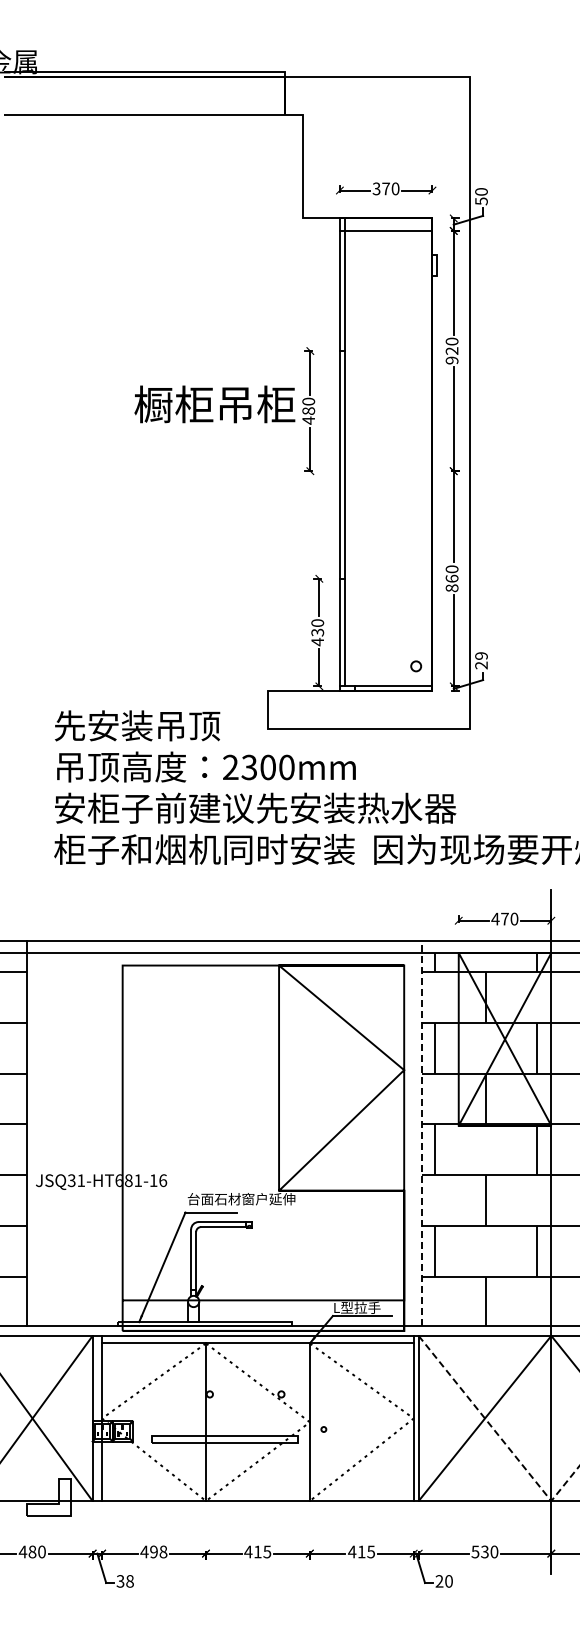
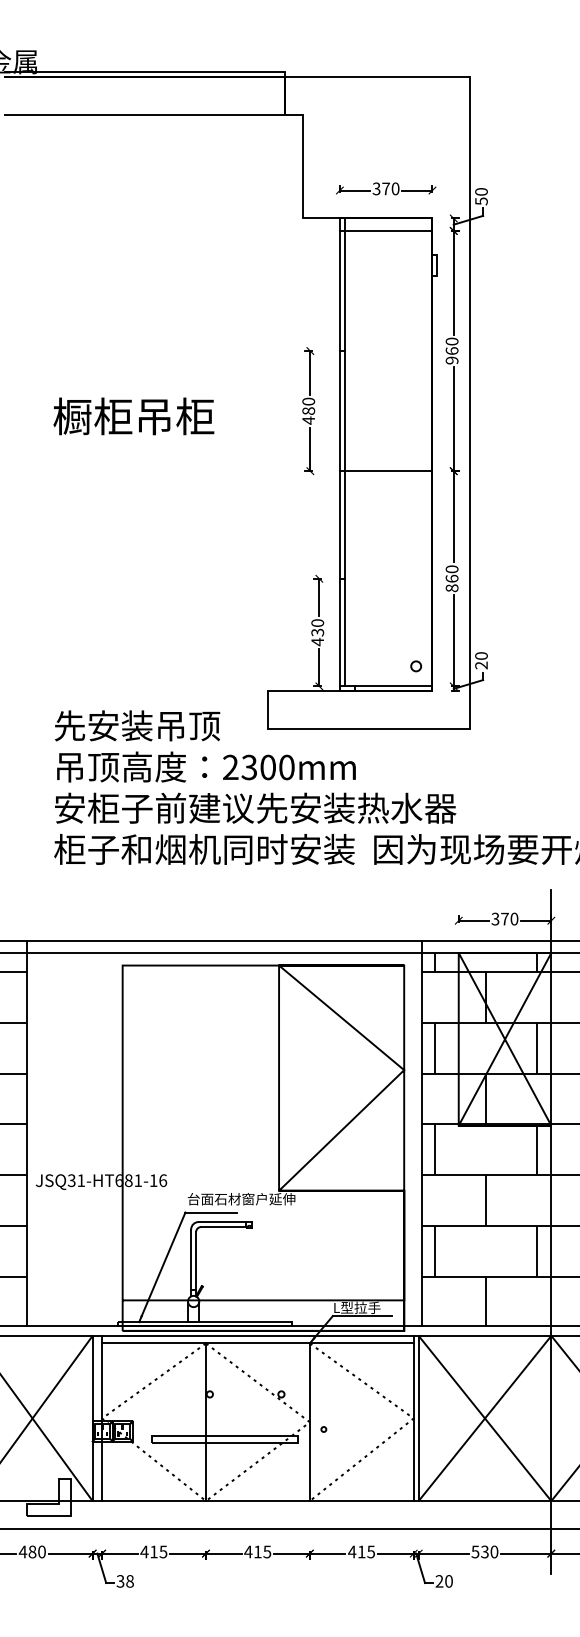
text at (451, 350): 920 -> 960
text at (214, 404) position: (214, 404) -> (133, 416)
line at (385, 471): none -> present
text at (481, 655): 29 -> 20
text at (495, 918): 470 -> 370
line at (421, 1133): dashed -> solid
line at (499, 1436): dashed -> solid
line at (289, 1528): none -> present
text at (158, 1551): 498 -> 415
